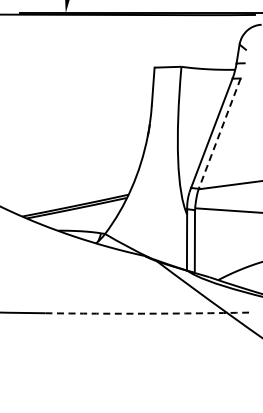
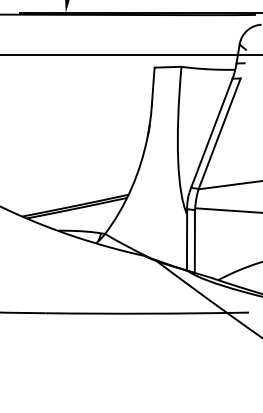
line at (130, 54): none -> present
line at (219, 134): dashed -> solid
arc at (147, 313): dashed -> solid
